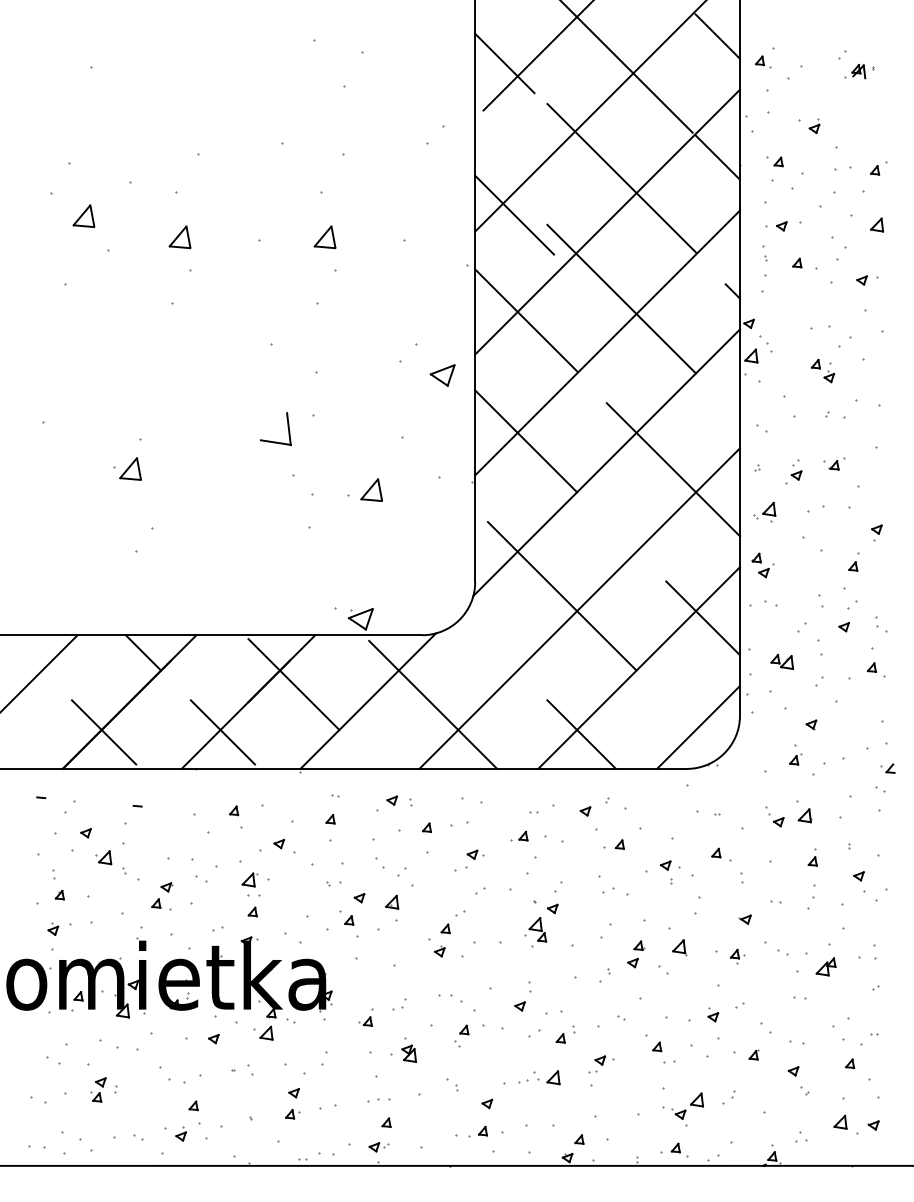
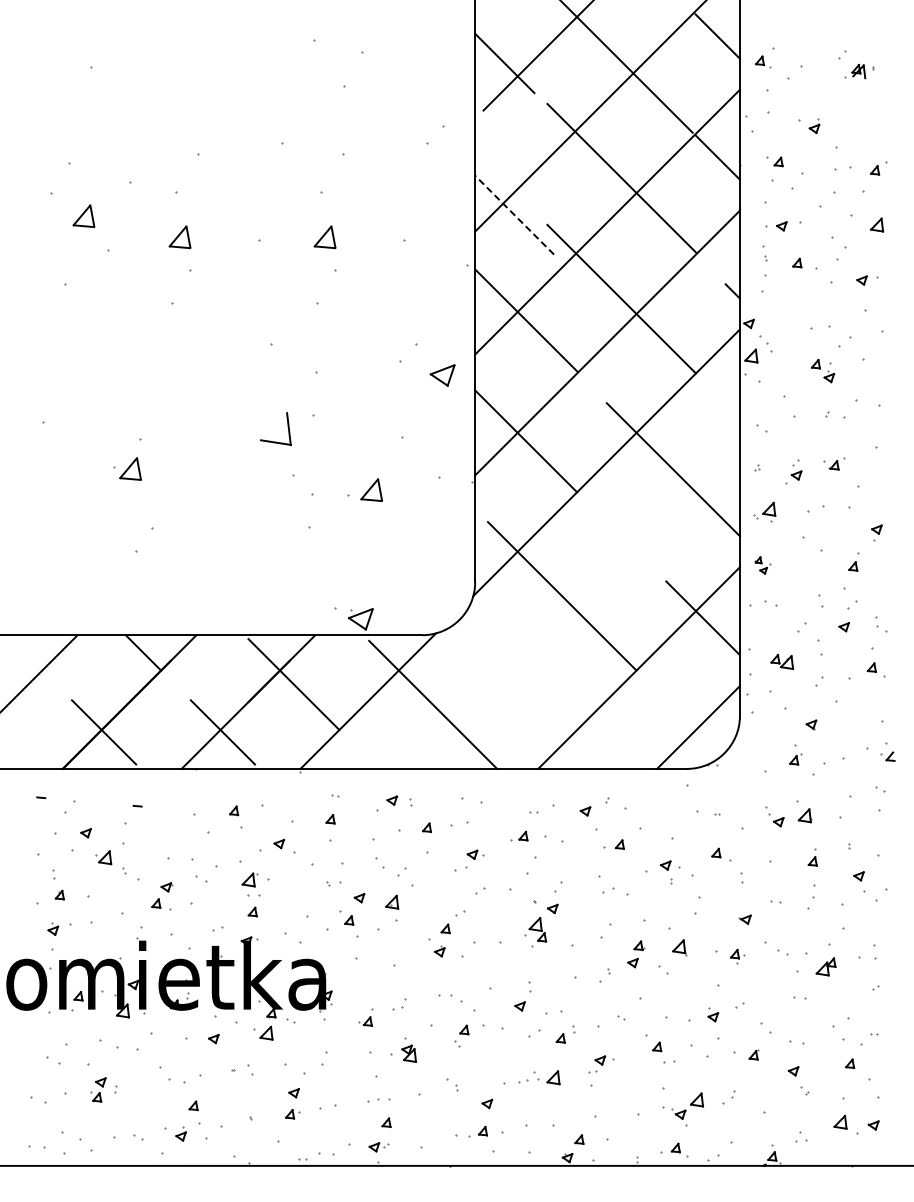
line at (514, 215): solid -> dashed
part at (762, 565) size: 24x27 px -> 18x19 px
line at (579, 608): present -> none
line at (581, 734): present -> none
part at (887, 768) position: (887, 768) -> (887, 756)
